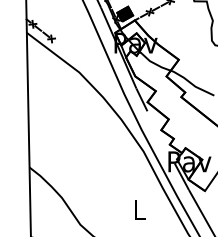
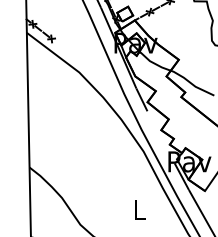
fill at (125, 13): present -> none
